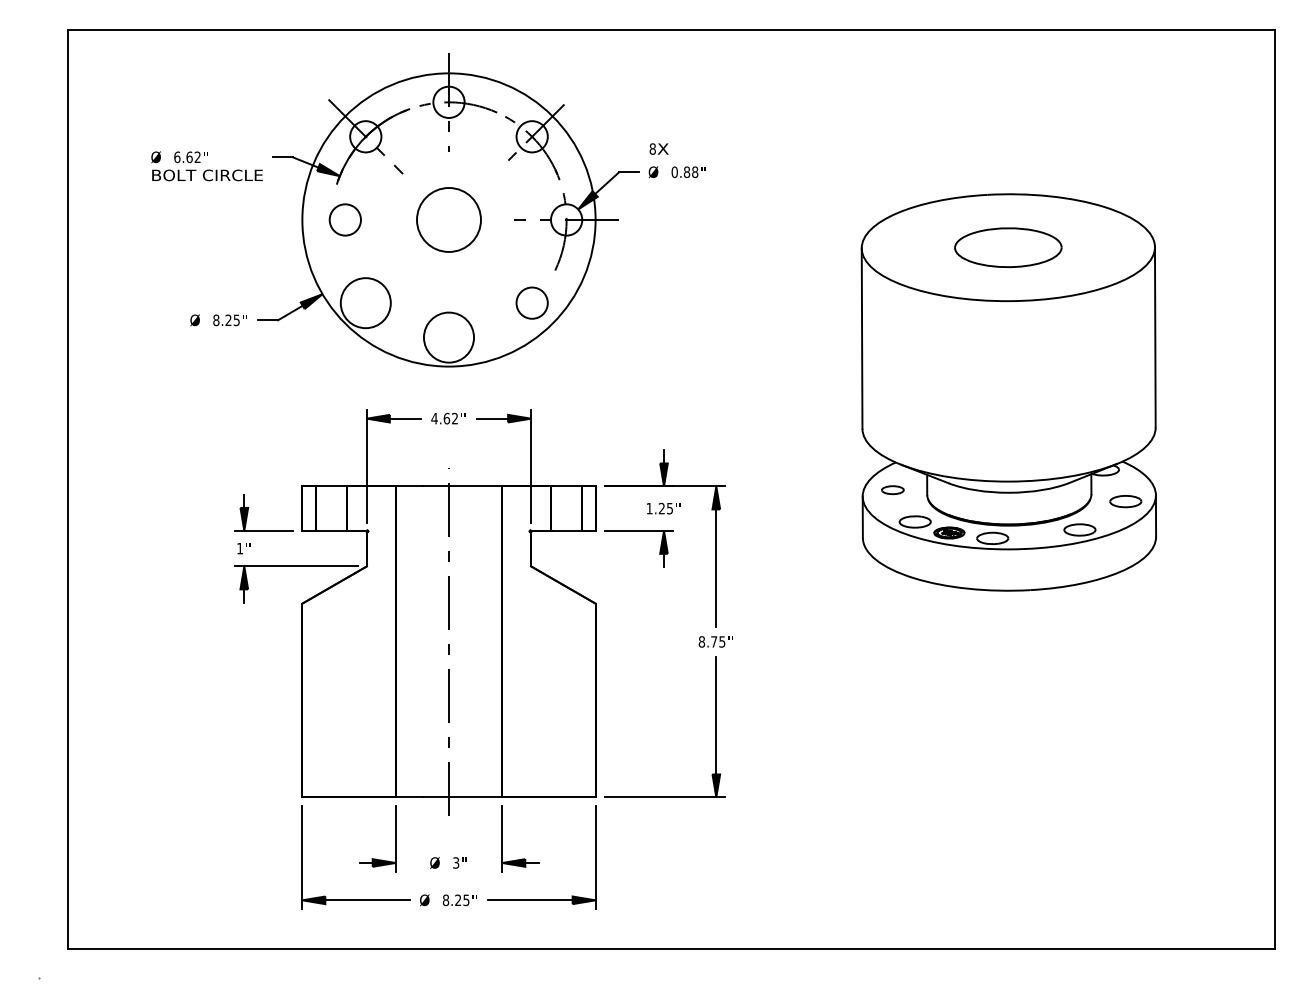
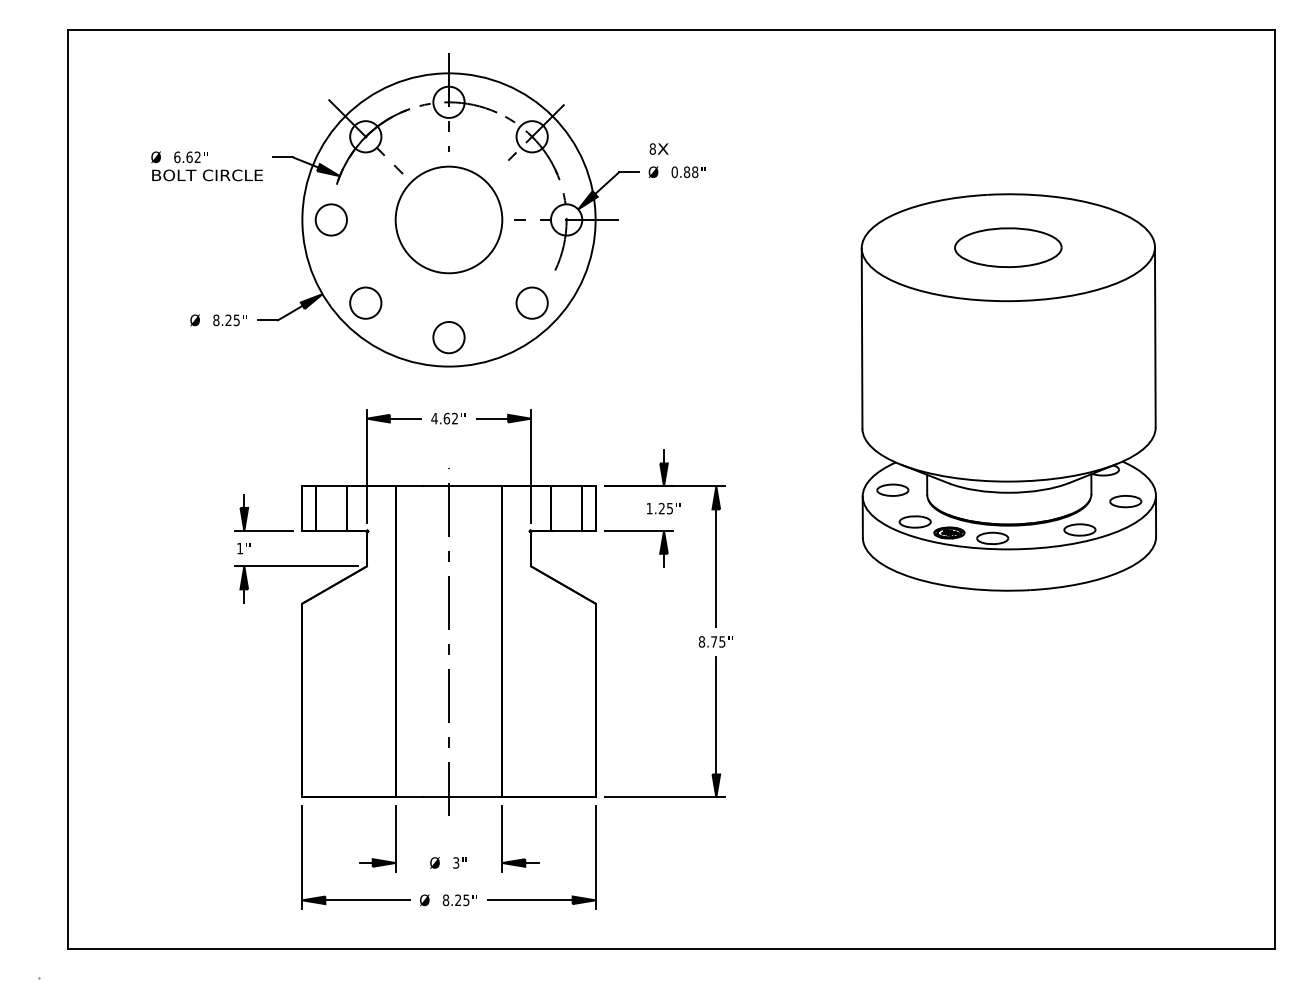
circle at (344, 219) position: (344, 219) -> (330, 219)
circle at (448, 219) diameter: 64 px -> 107 px
circle at (365, 303) diameter: 50 px -> 31 px
circle at (448, 337) diameter: 50 px -> 31 px
part at (892, 490) size: 24x11 px -> 34x14 px
